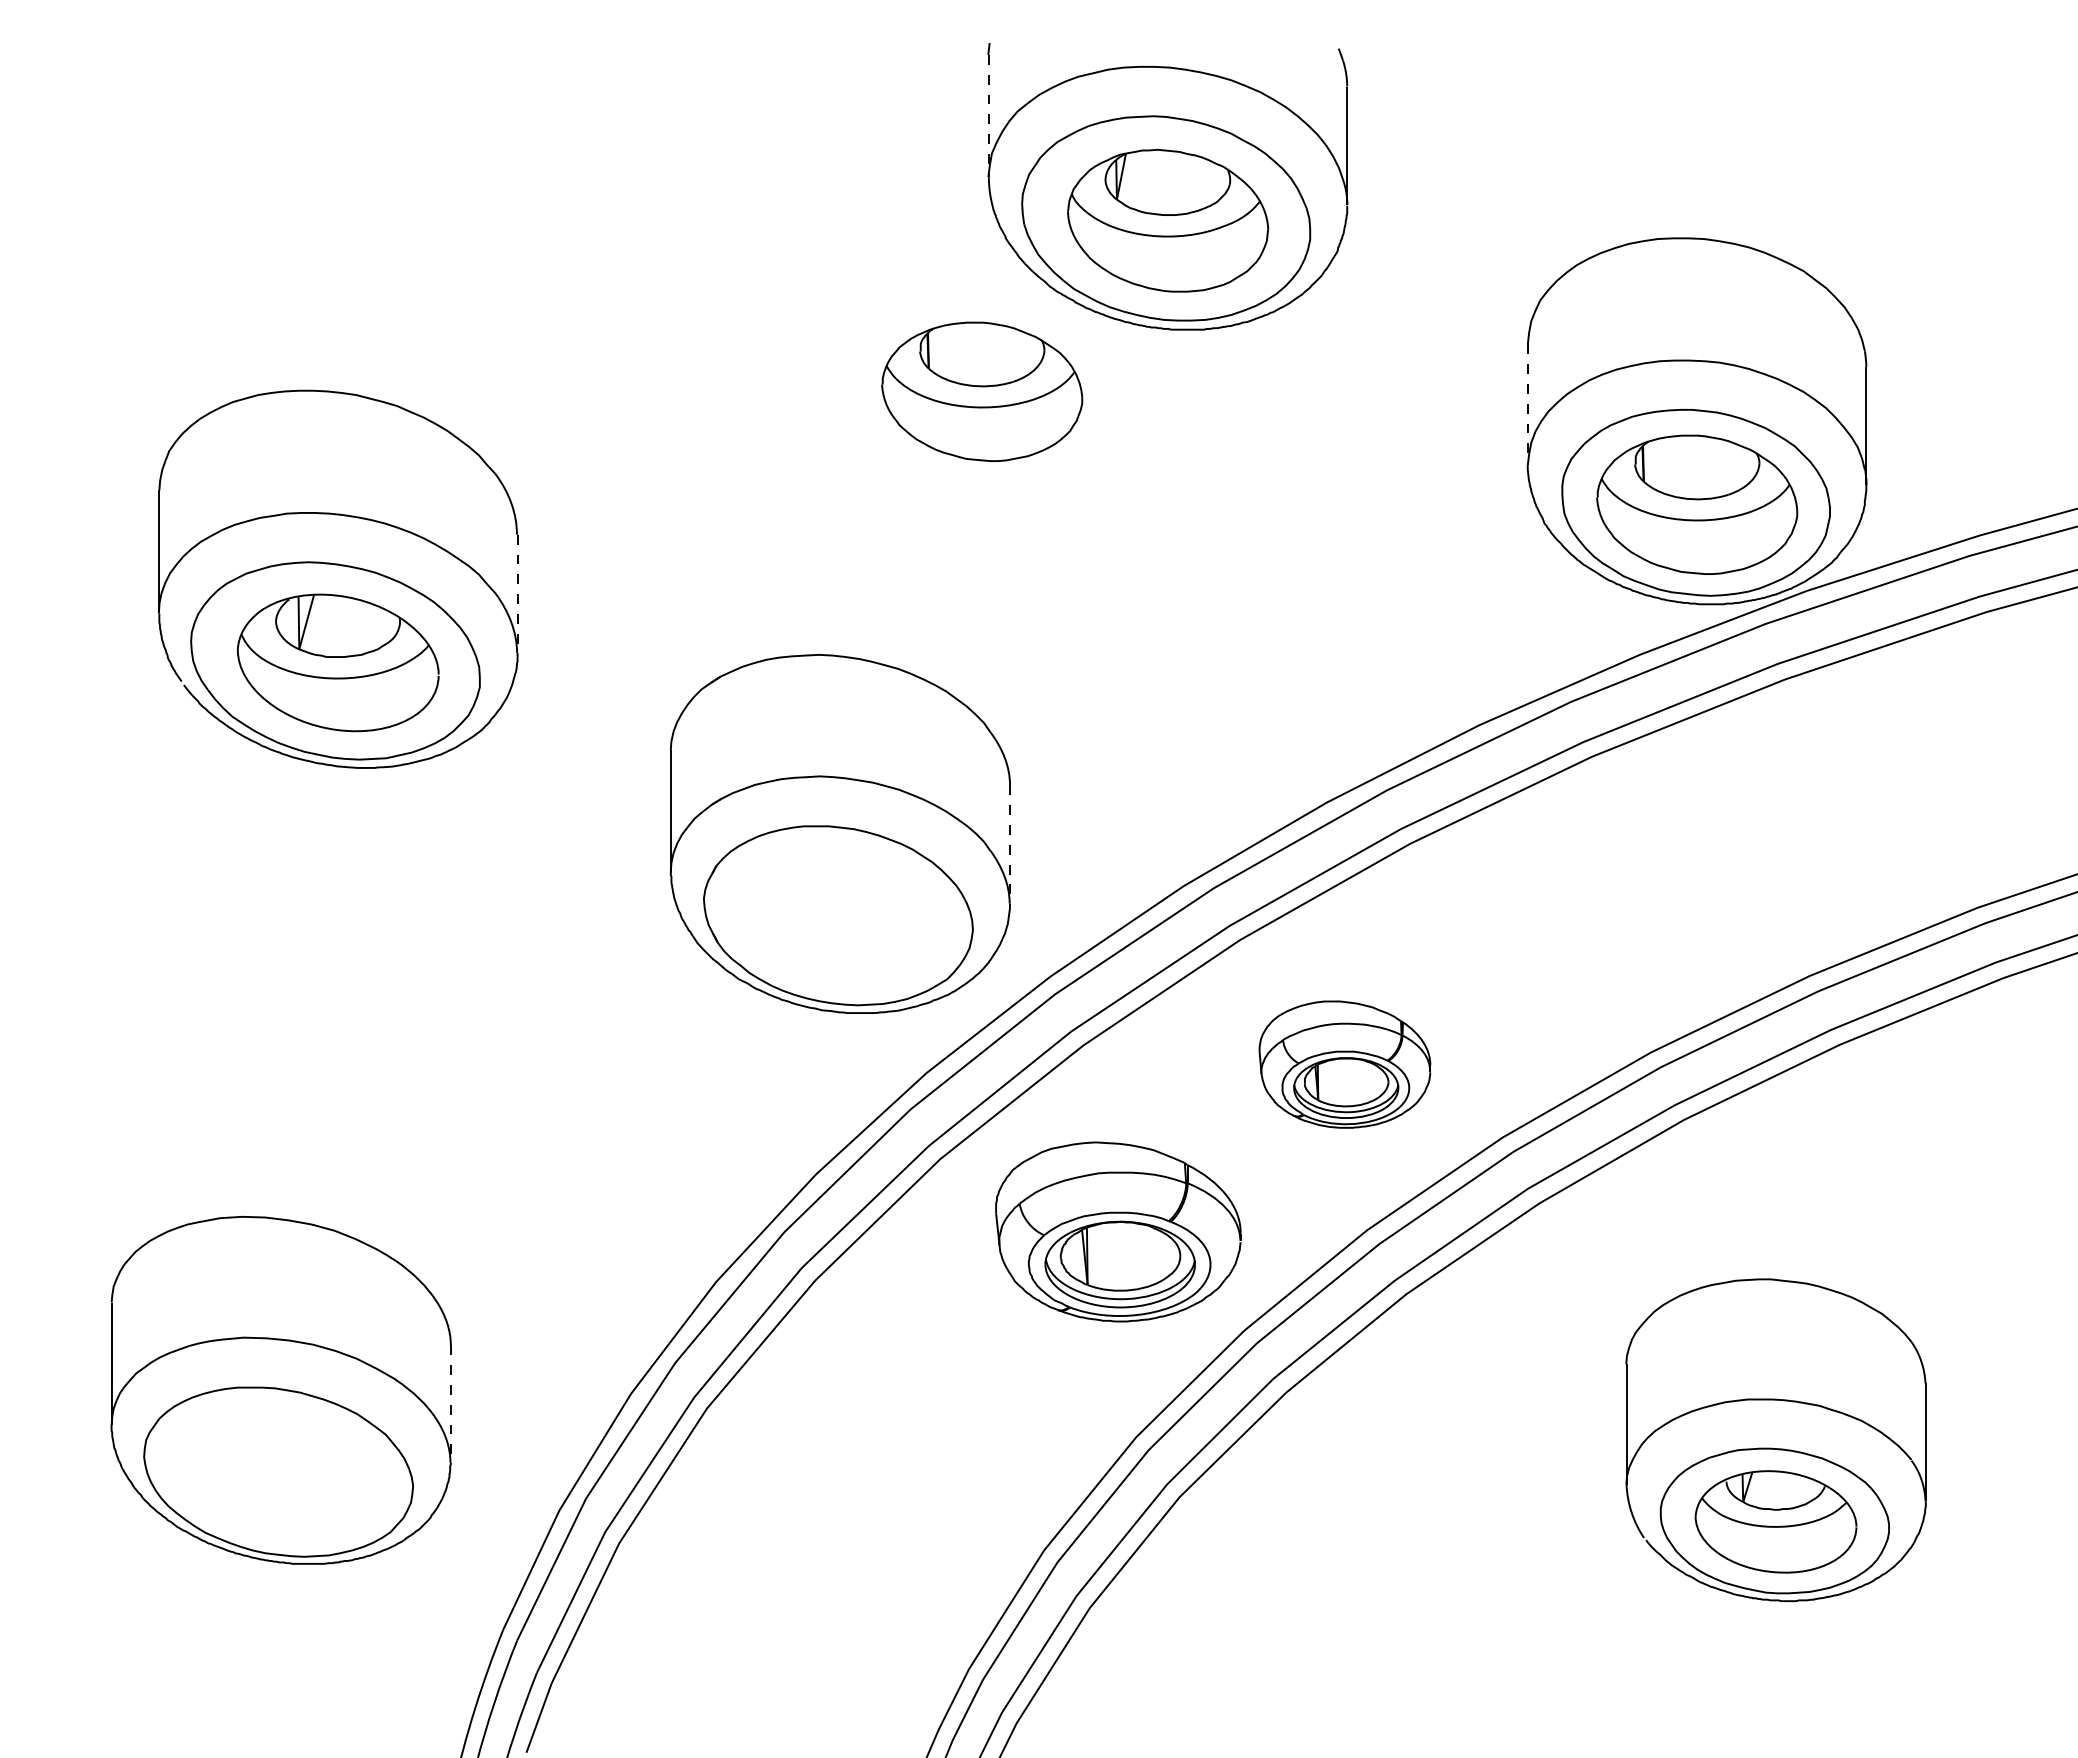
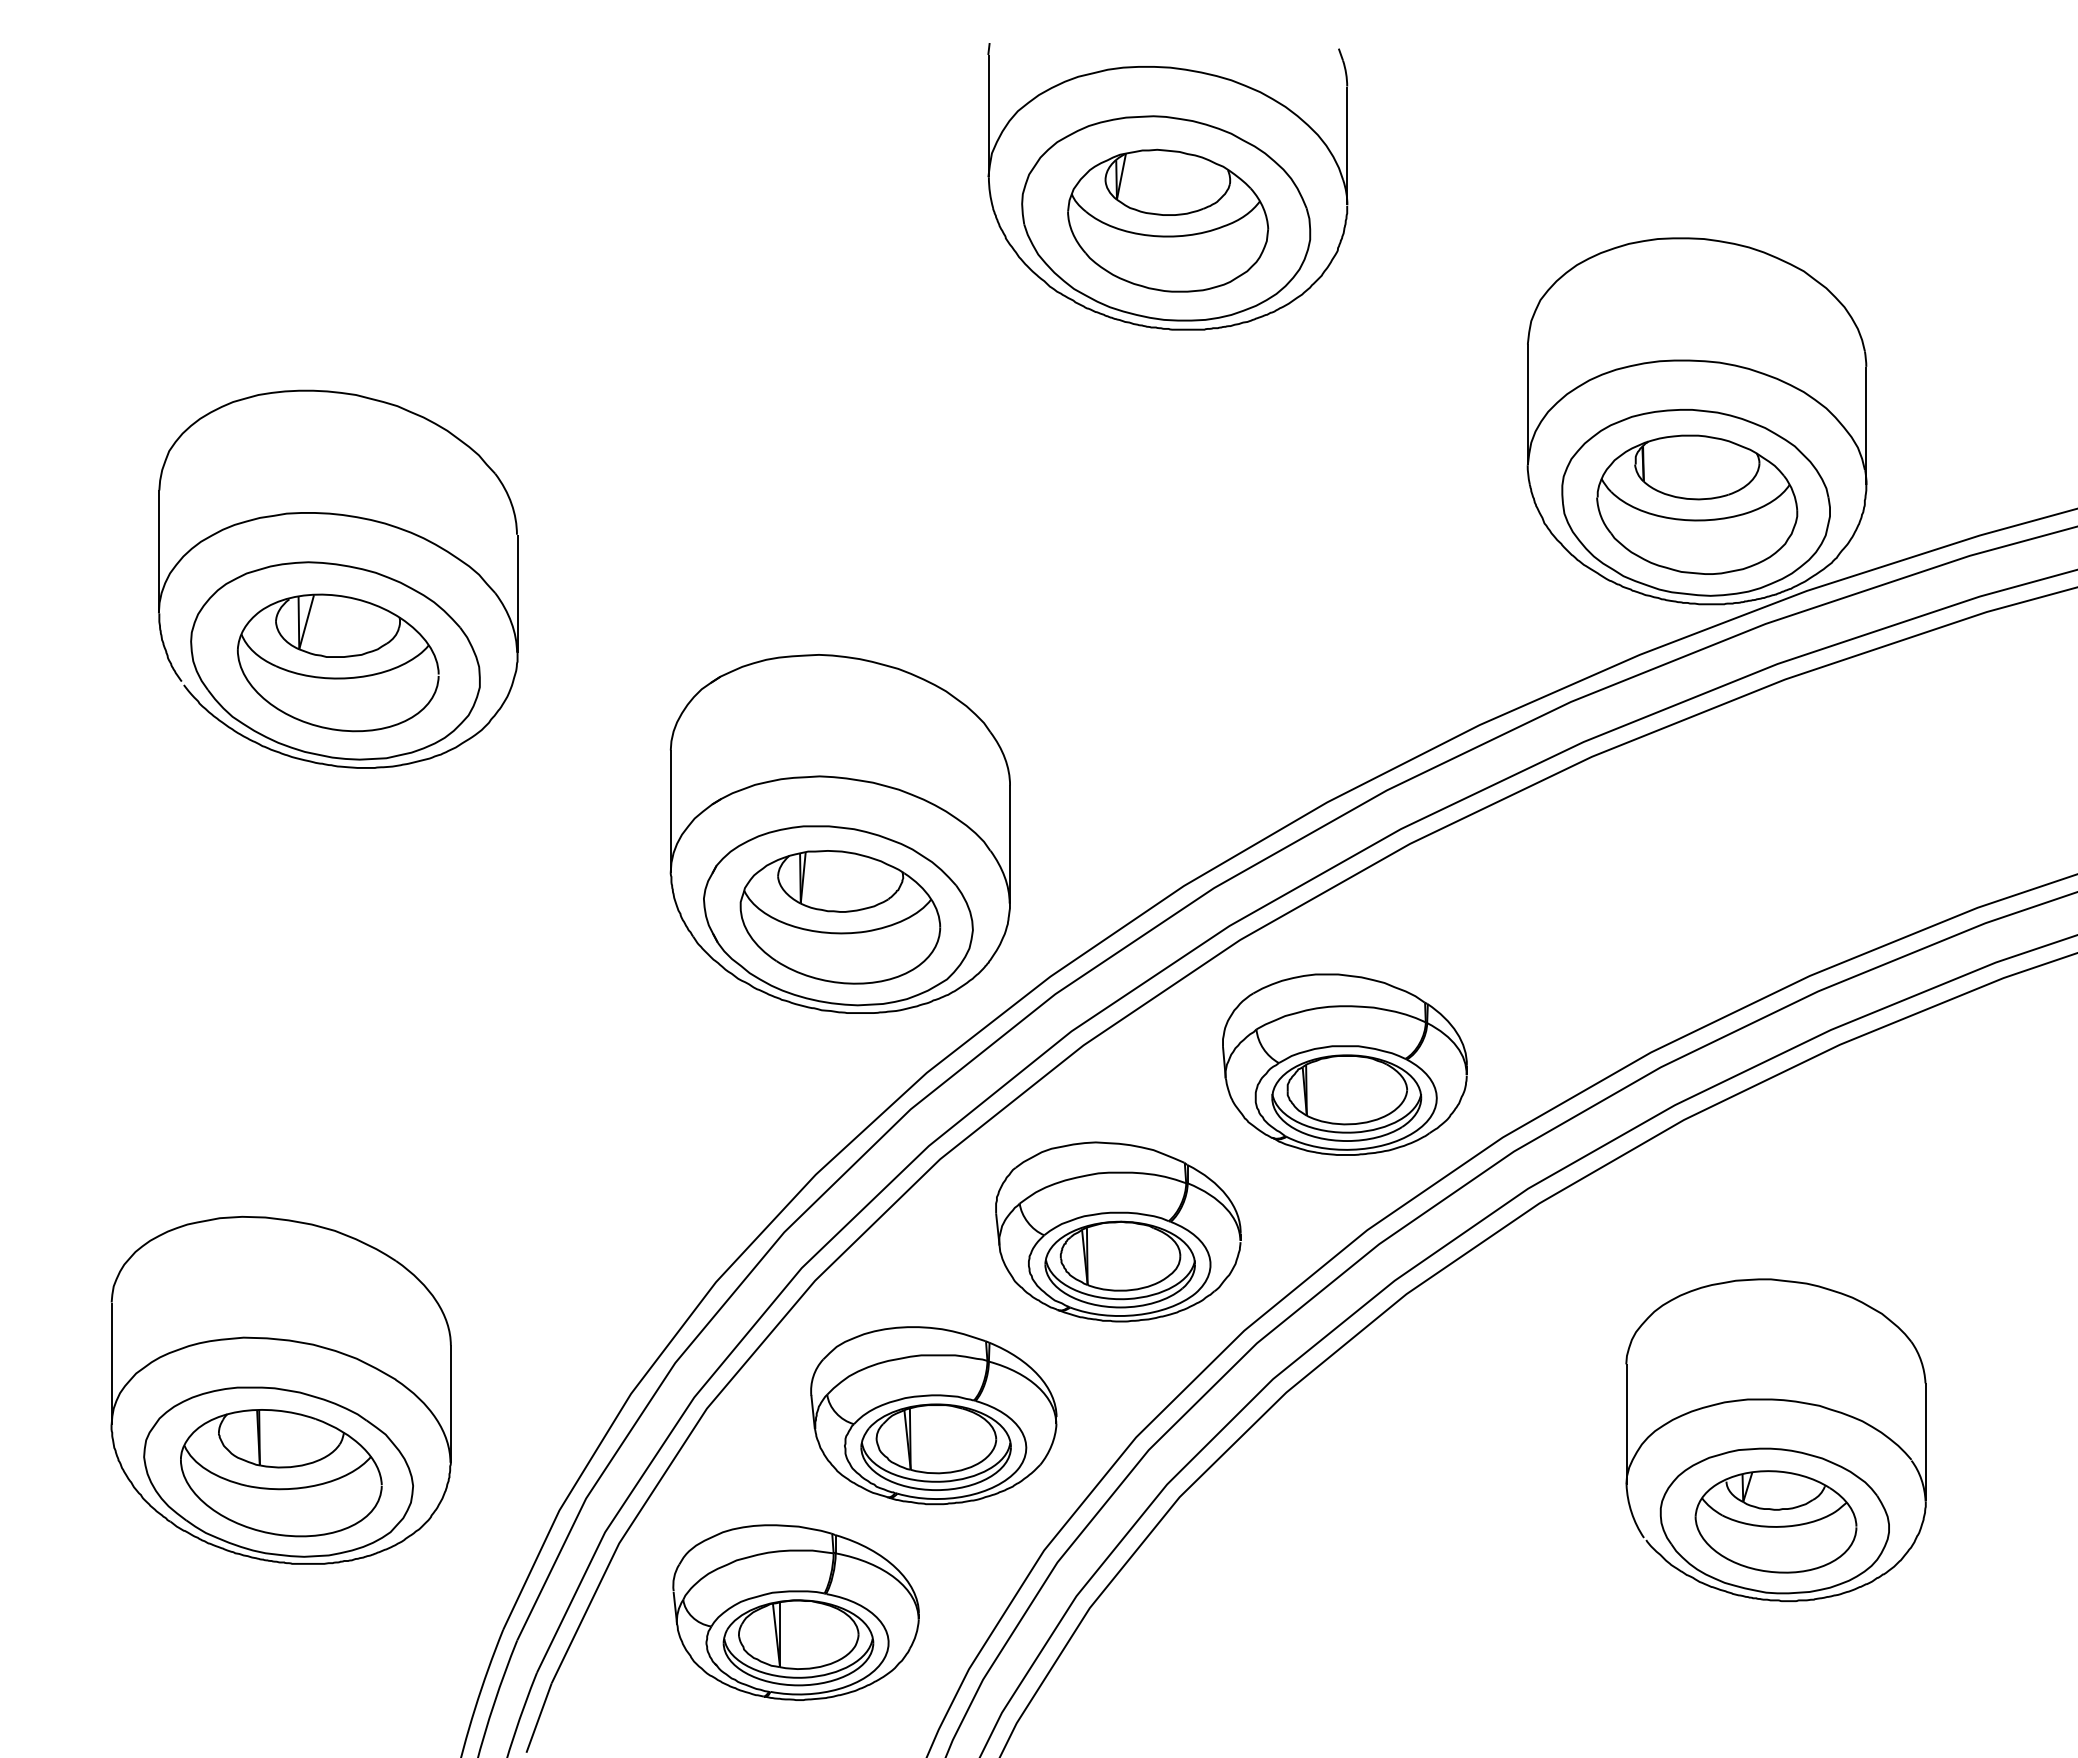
line at (988, 116): dashed -> solid
part at (982, 391): present -> none
line at (1527, 405): dashed -> solid
line at (517, 594): dashed -> solid
line at (1010, 845): dashed -> solid
part at (840, 917): none -> present
part at (1344, 1064) size: 174x129 px -> 246x183 px
line at (450, 1404): dashed -> solid
part at (933, 1415): none -> present
part at (281, 1473): none -> present
part at (795, 1612): none -> present
